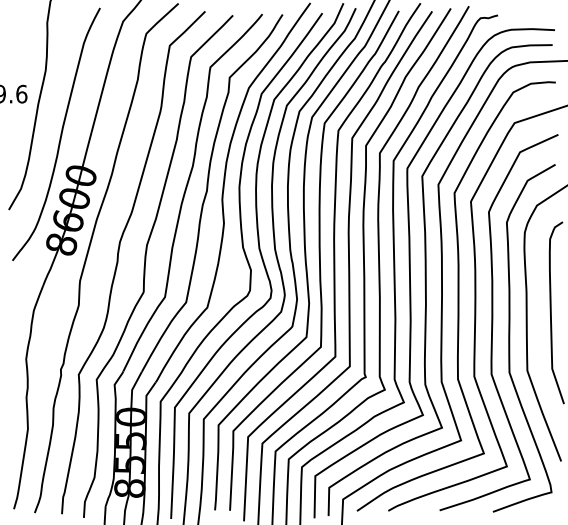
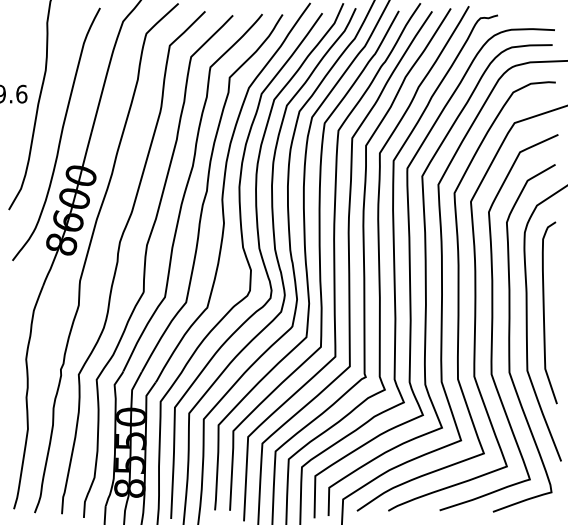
curve at (551, 312) position: (551, 312) -> (544, 312)
